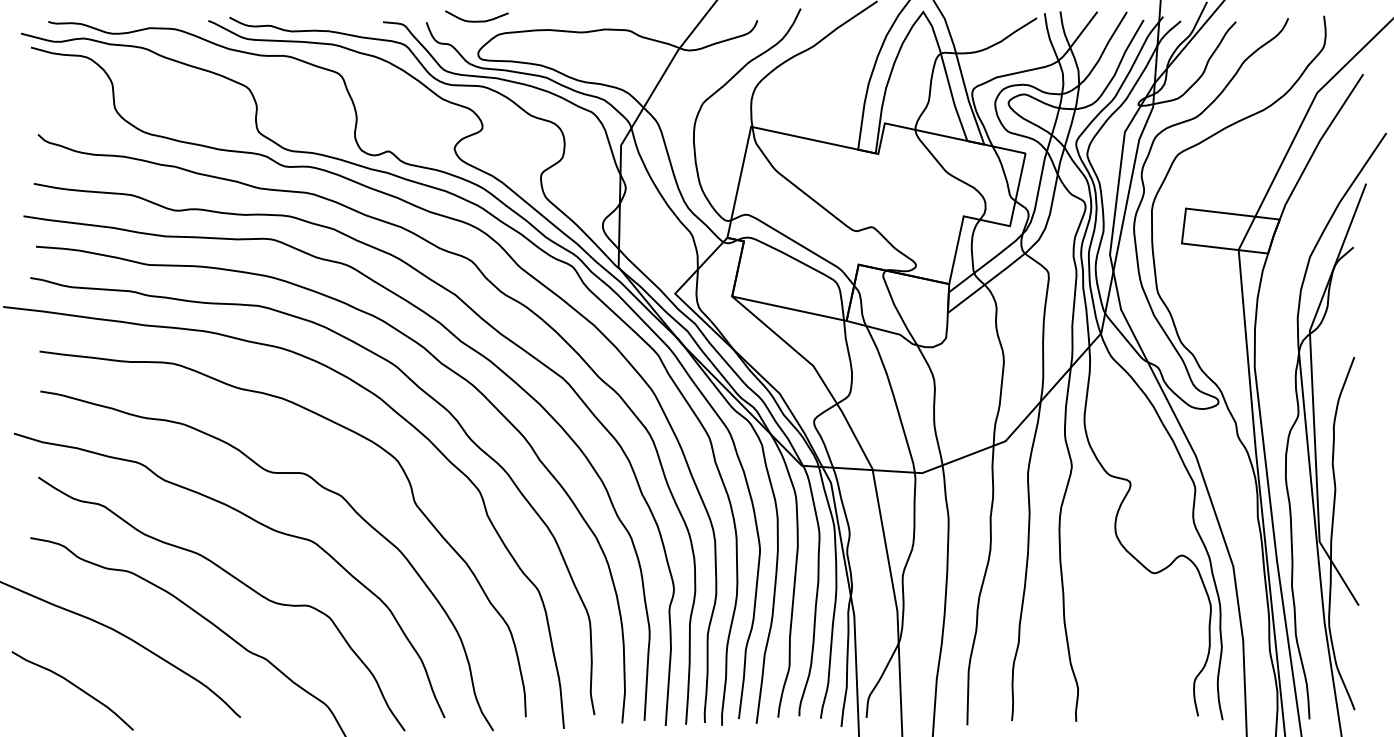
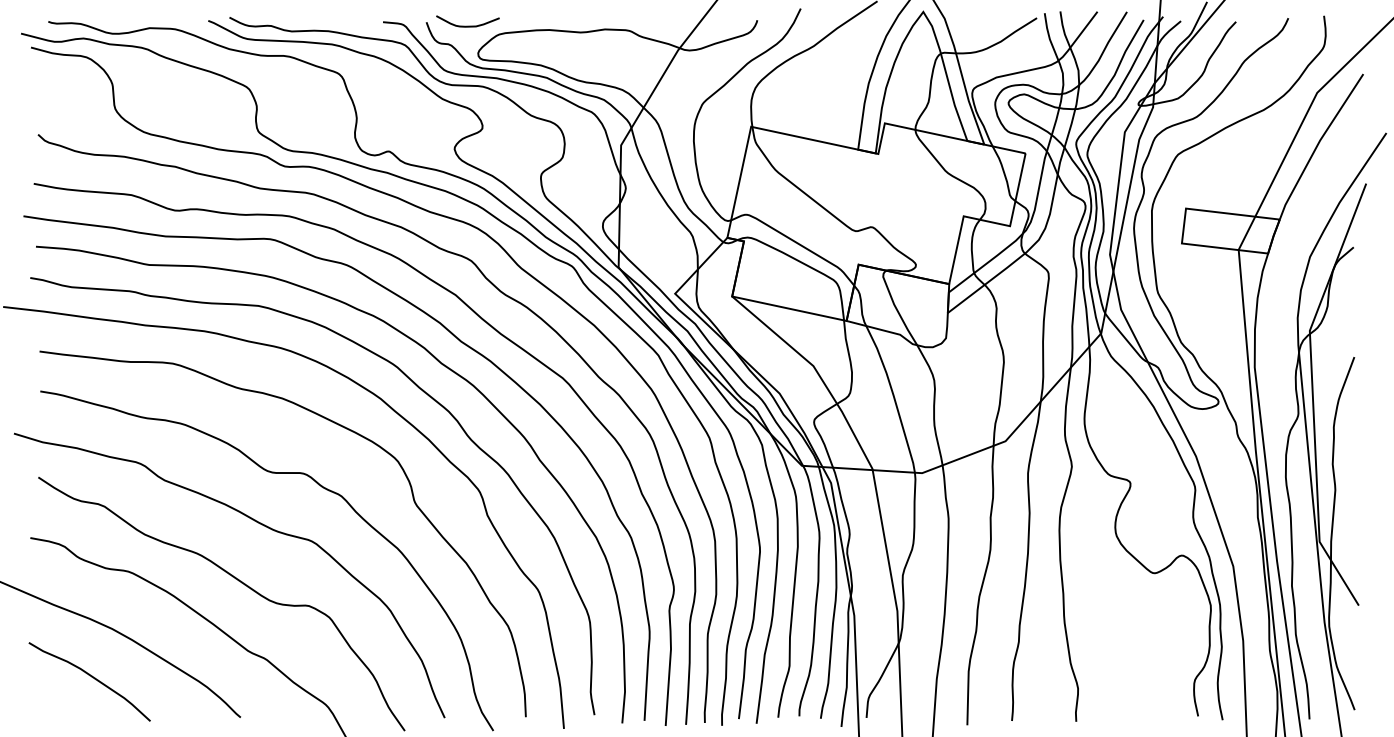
curve at (476, 20) position: (476, 20) -> (467, 25)
curve at (74, 686) position: (74, 686) -> (91, 677)
